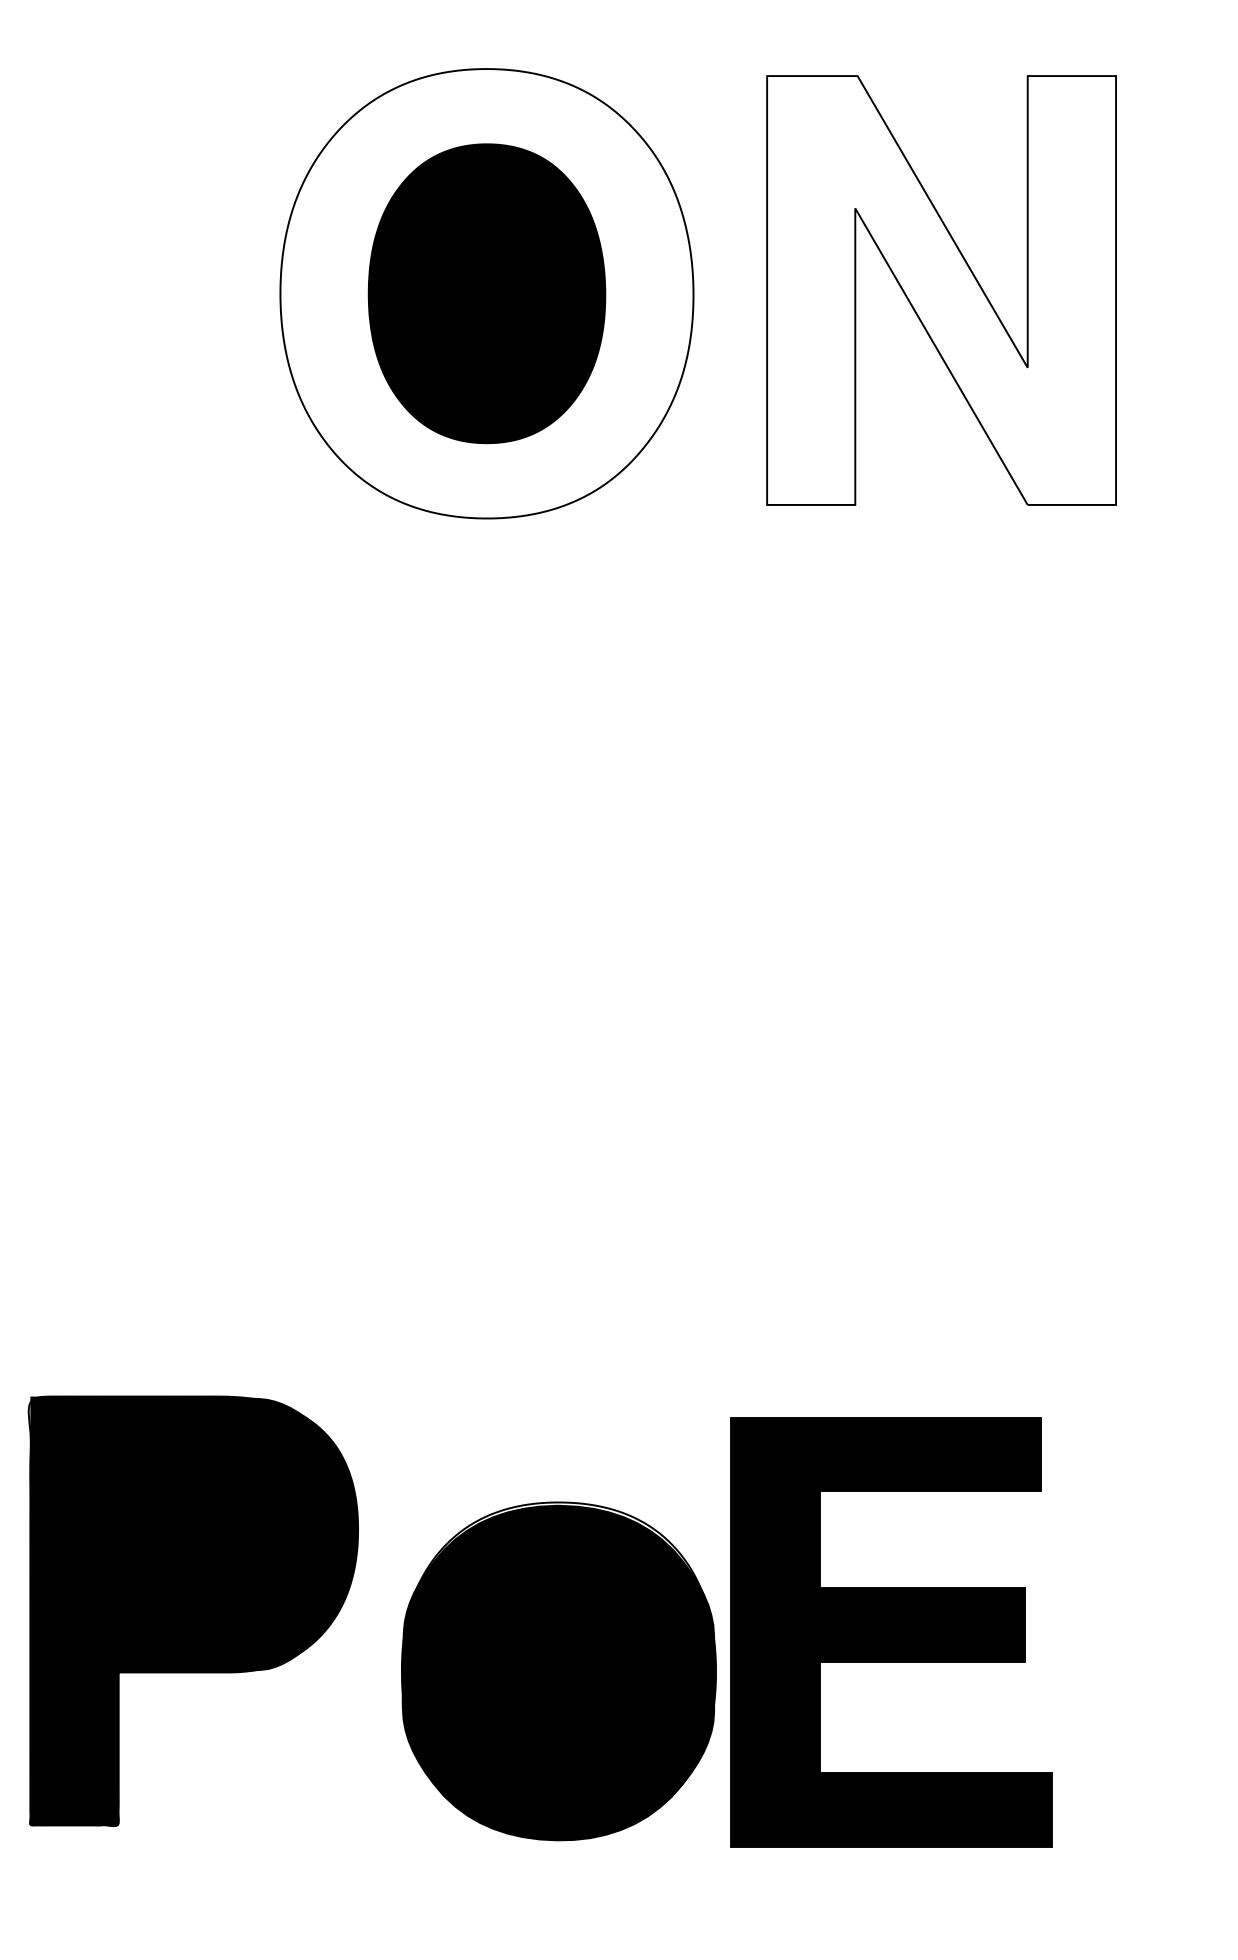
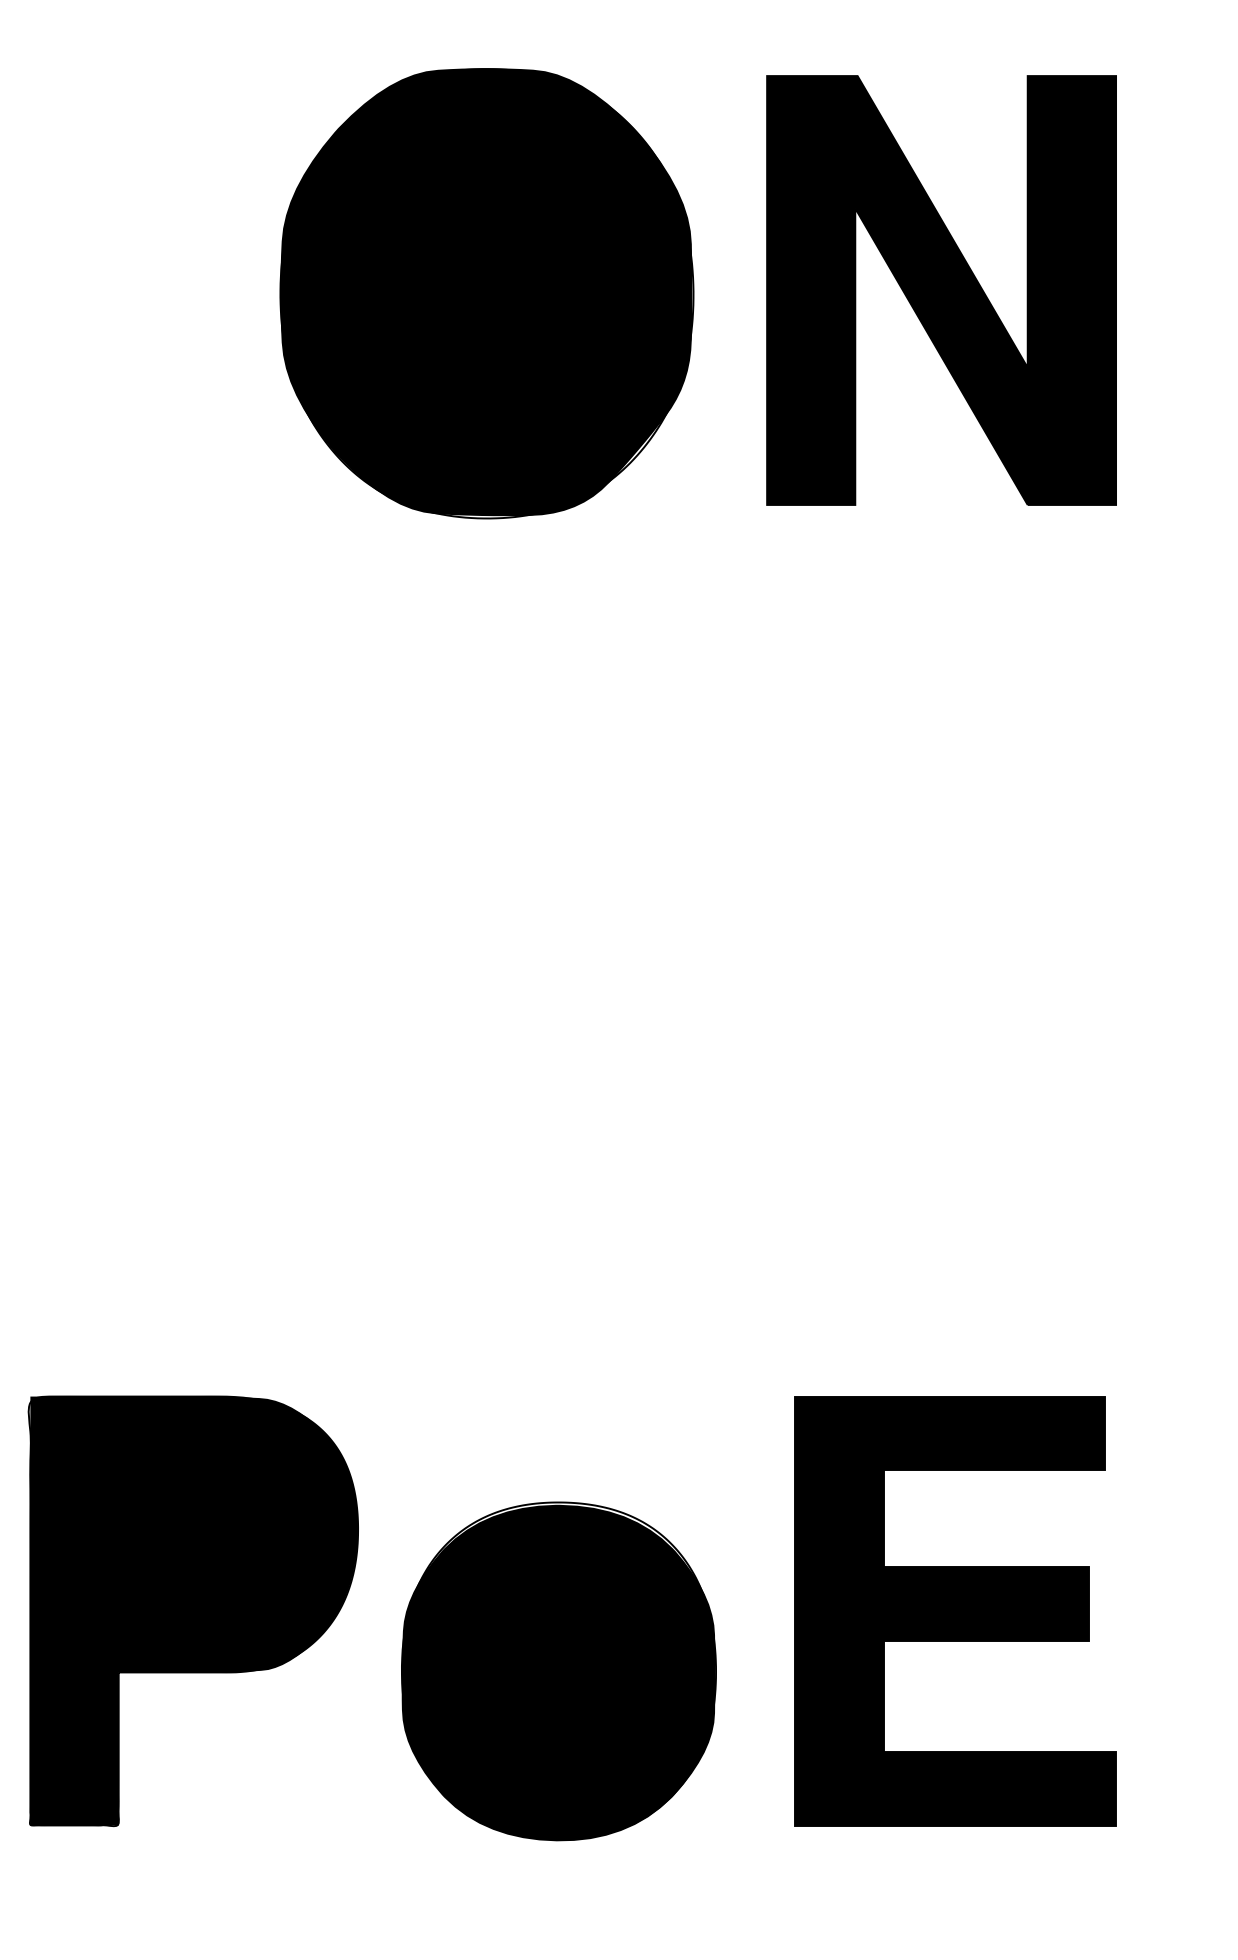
fill at (941, 290): none -> present
fill at (486, 292): none -> present
part at (891, 1632) position: (891, 1632) -> (955, 1611)
